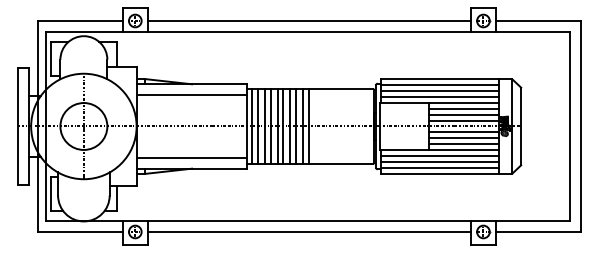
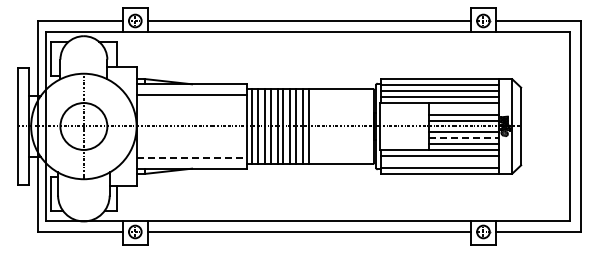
line at (464, 108): present -> none
line at (464, 138): solid -> dashed
line at (192, 158): solid -> dashed
line at (440, 161): present -> none
